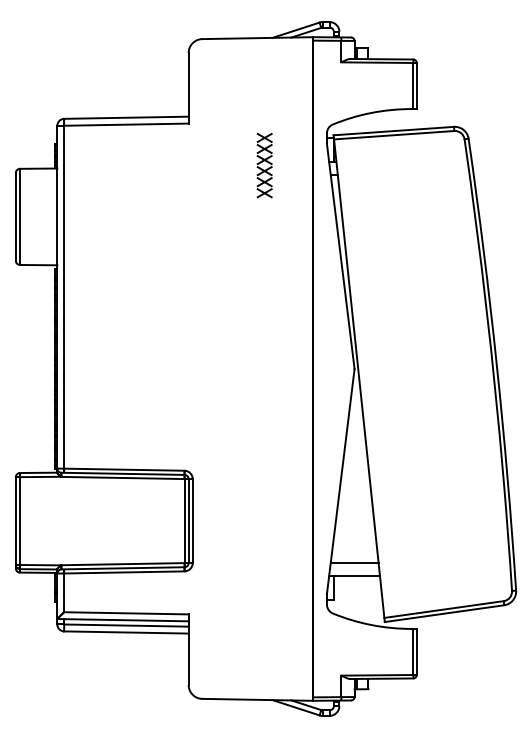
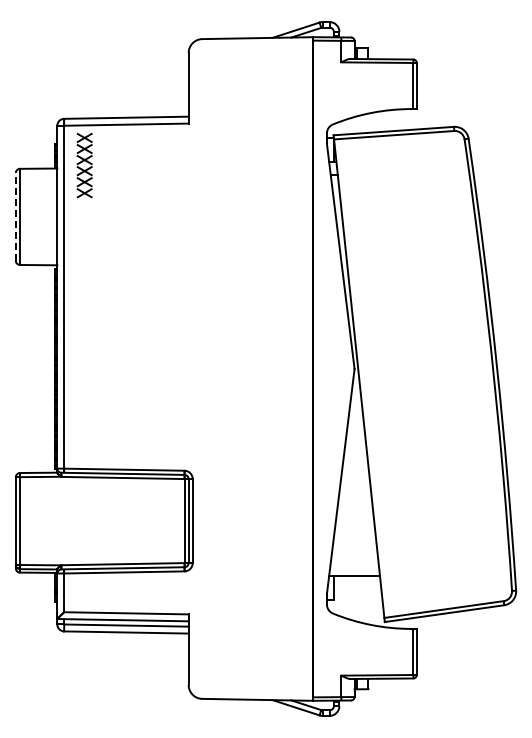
part at (264, 165) position: (264, 165) -> (84, 165)
line at (15, 216): solid -> dashed
line at (354, 562): present -> none
